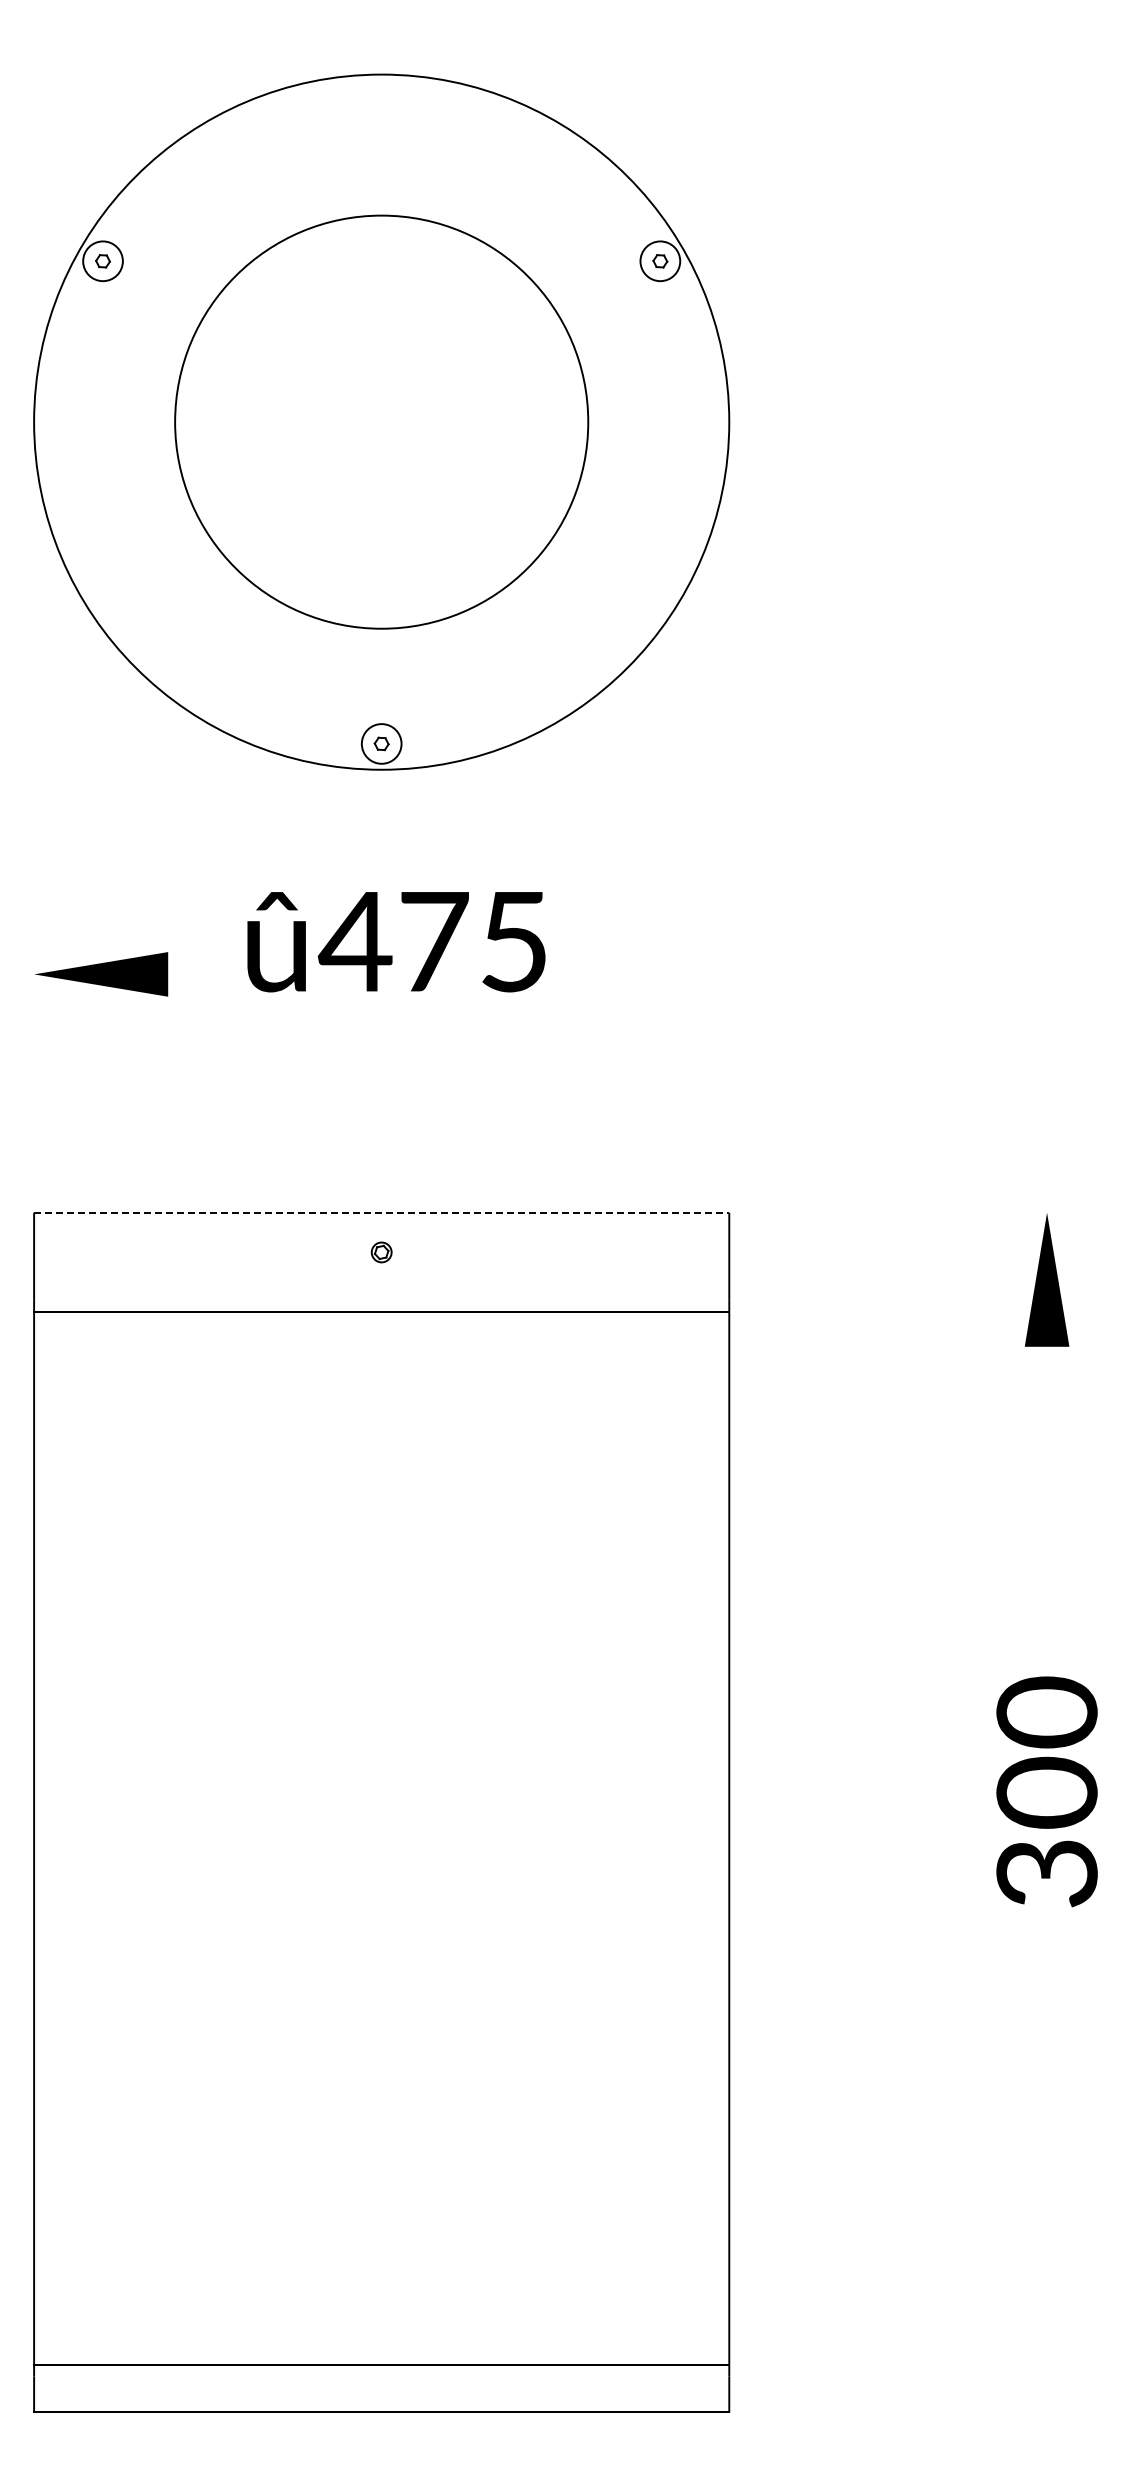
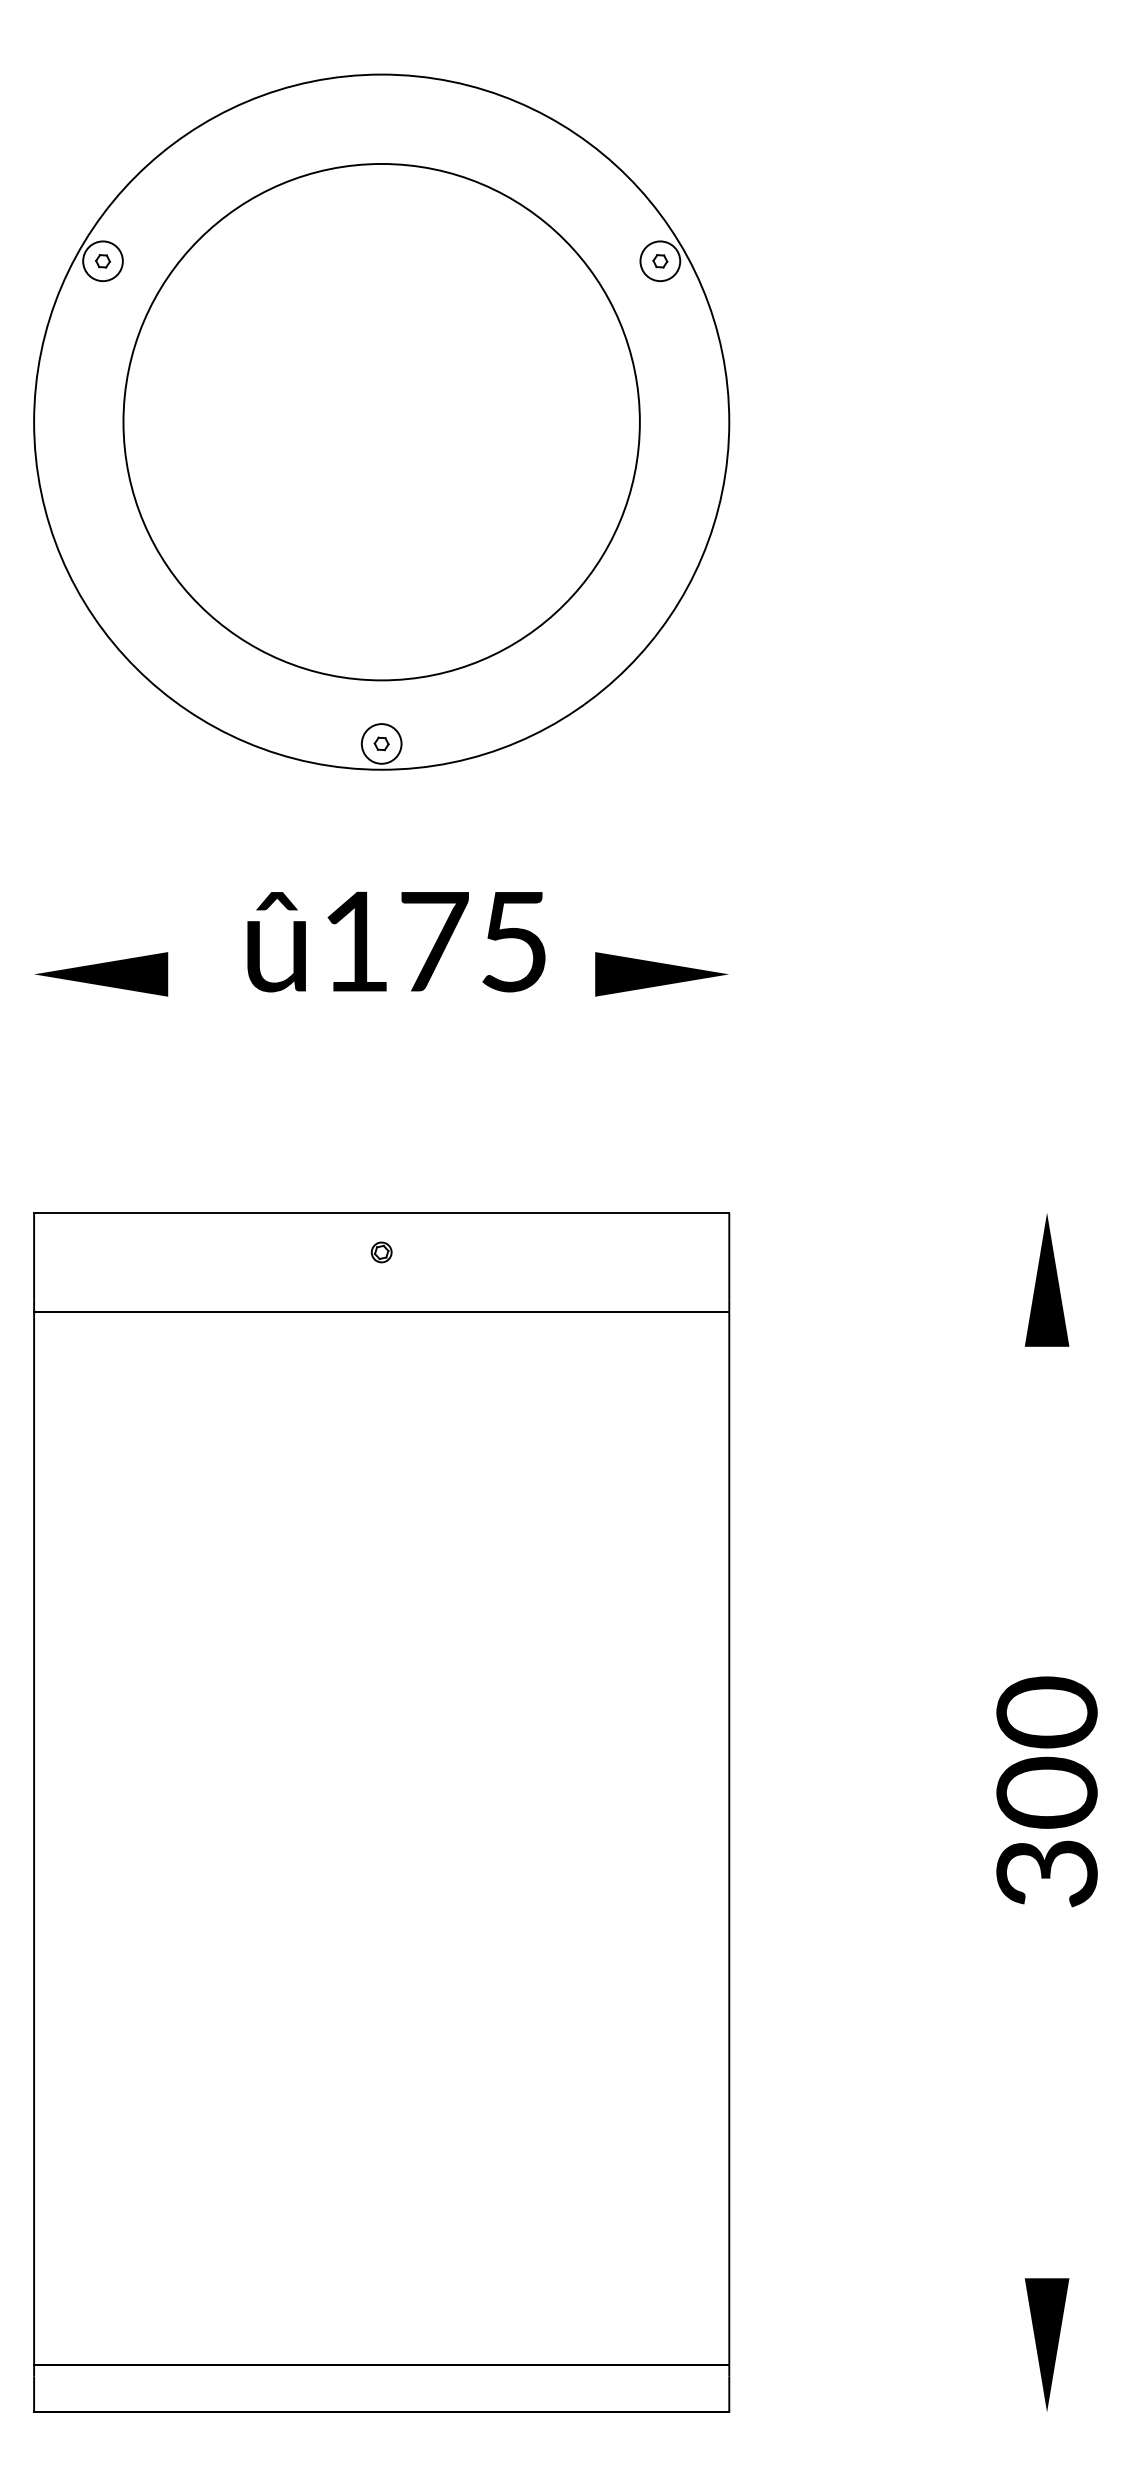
circle at (381, 421) diameter: 413 px -> 516 px
text at (354, 941): 4 -> 1
part at (661, 974): none -> present
line at (381, 1212): dashed -> solid
part at (1046, 2344): none -> present
